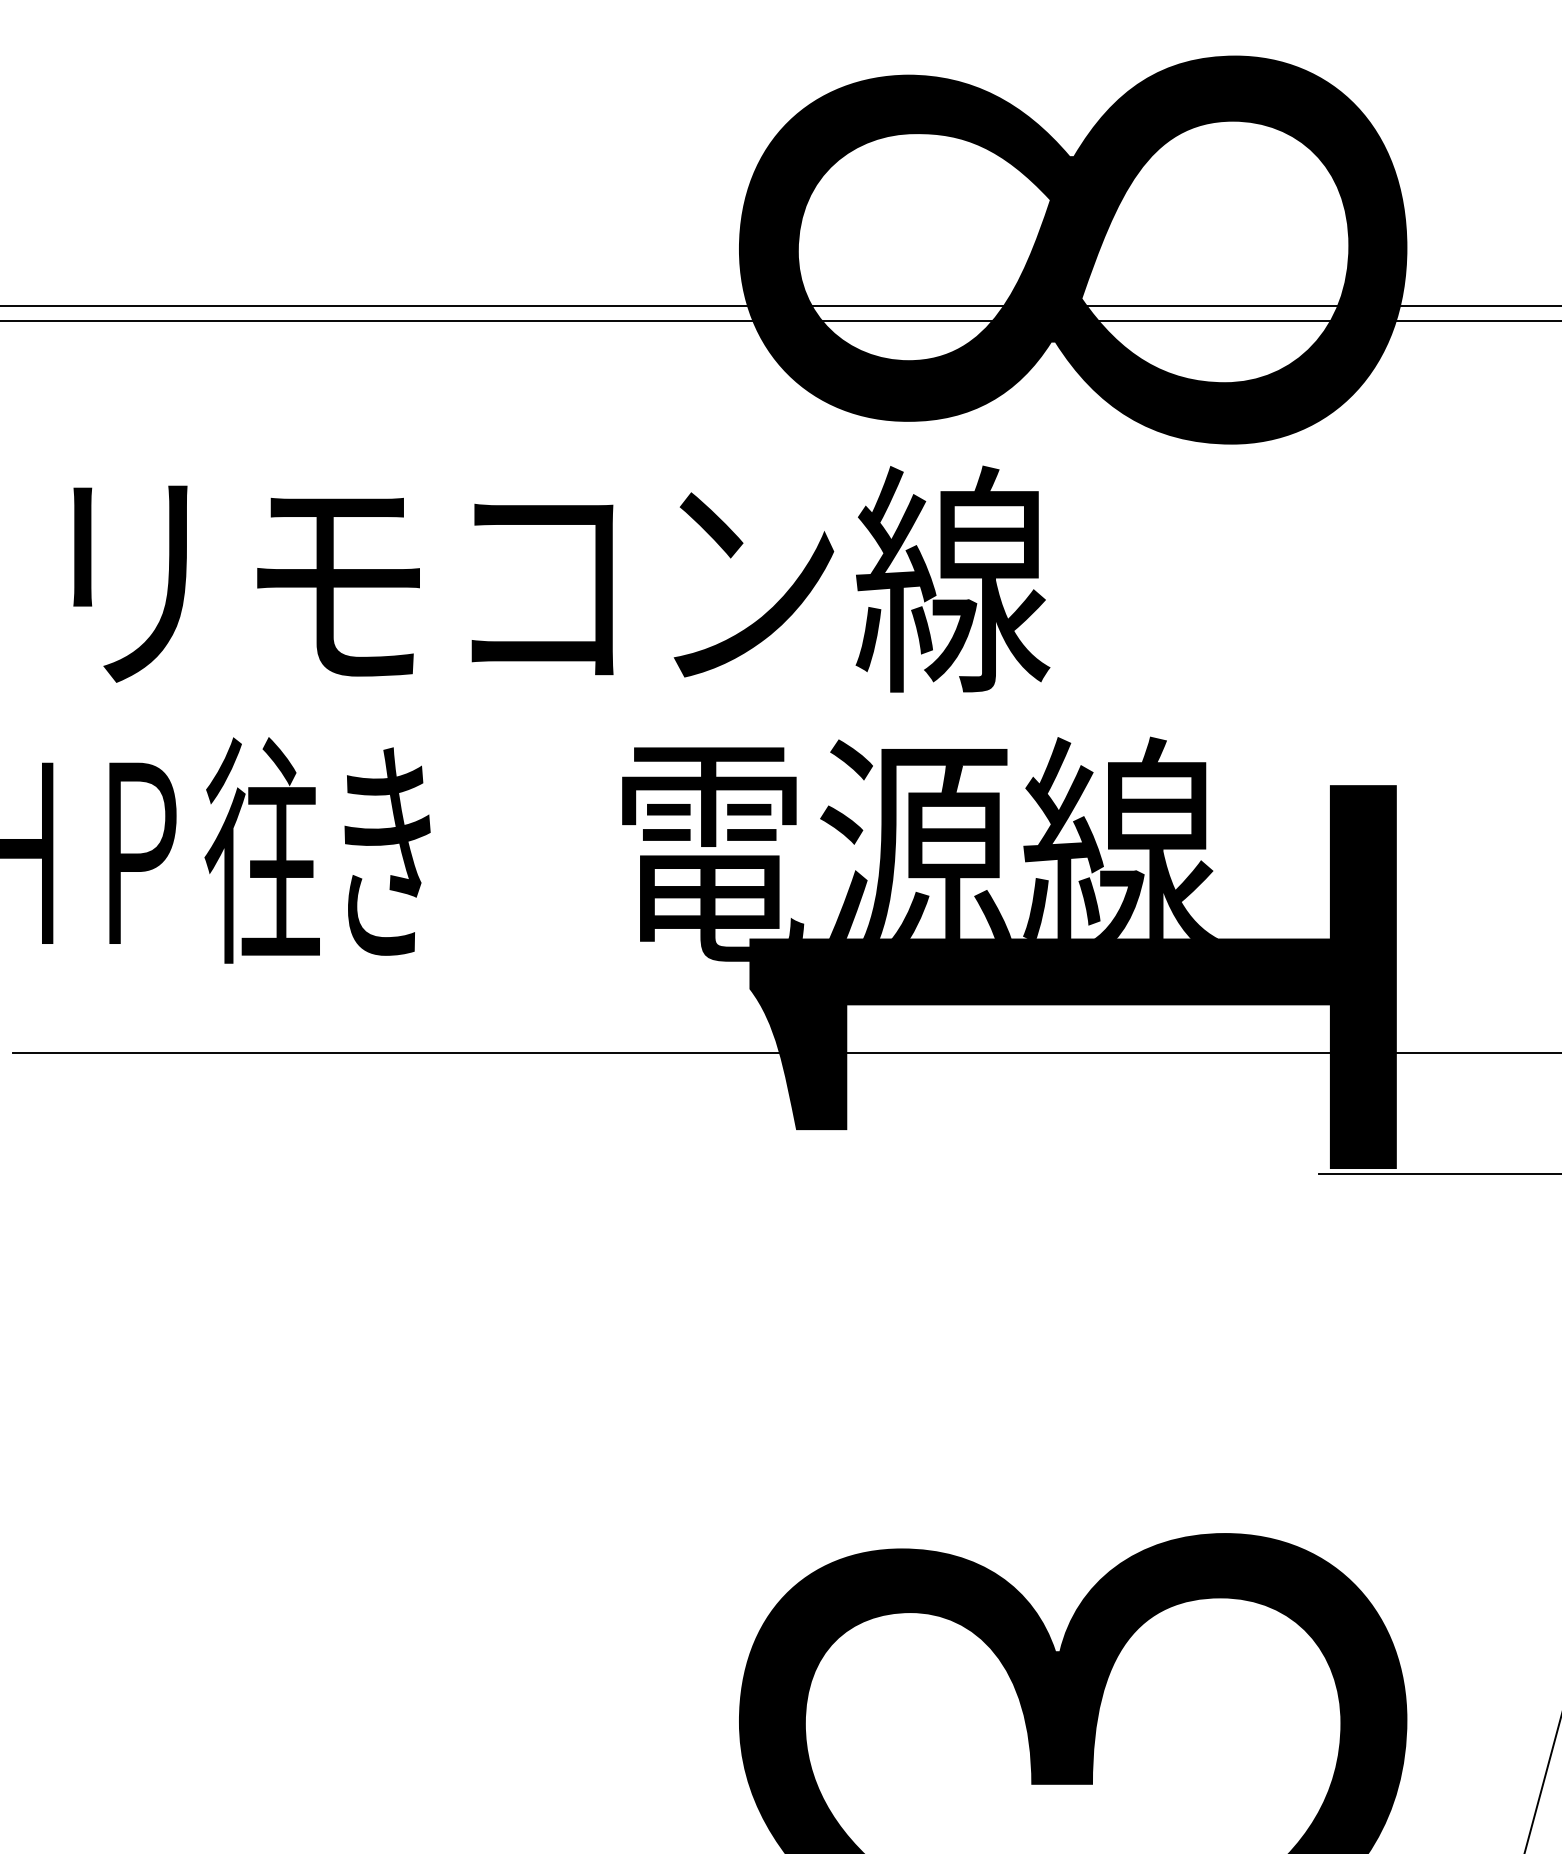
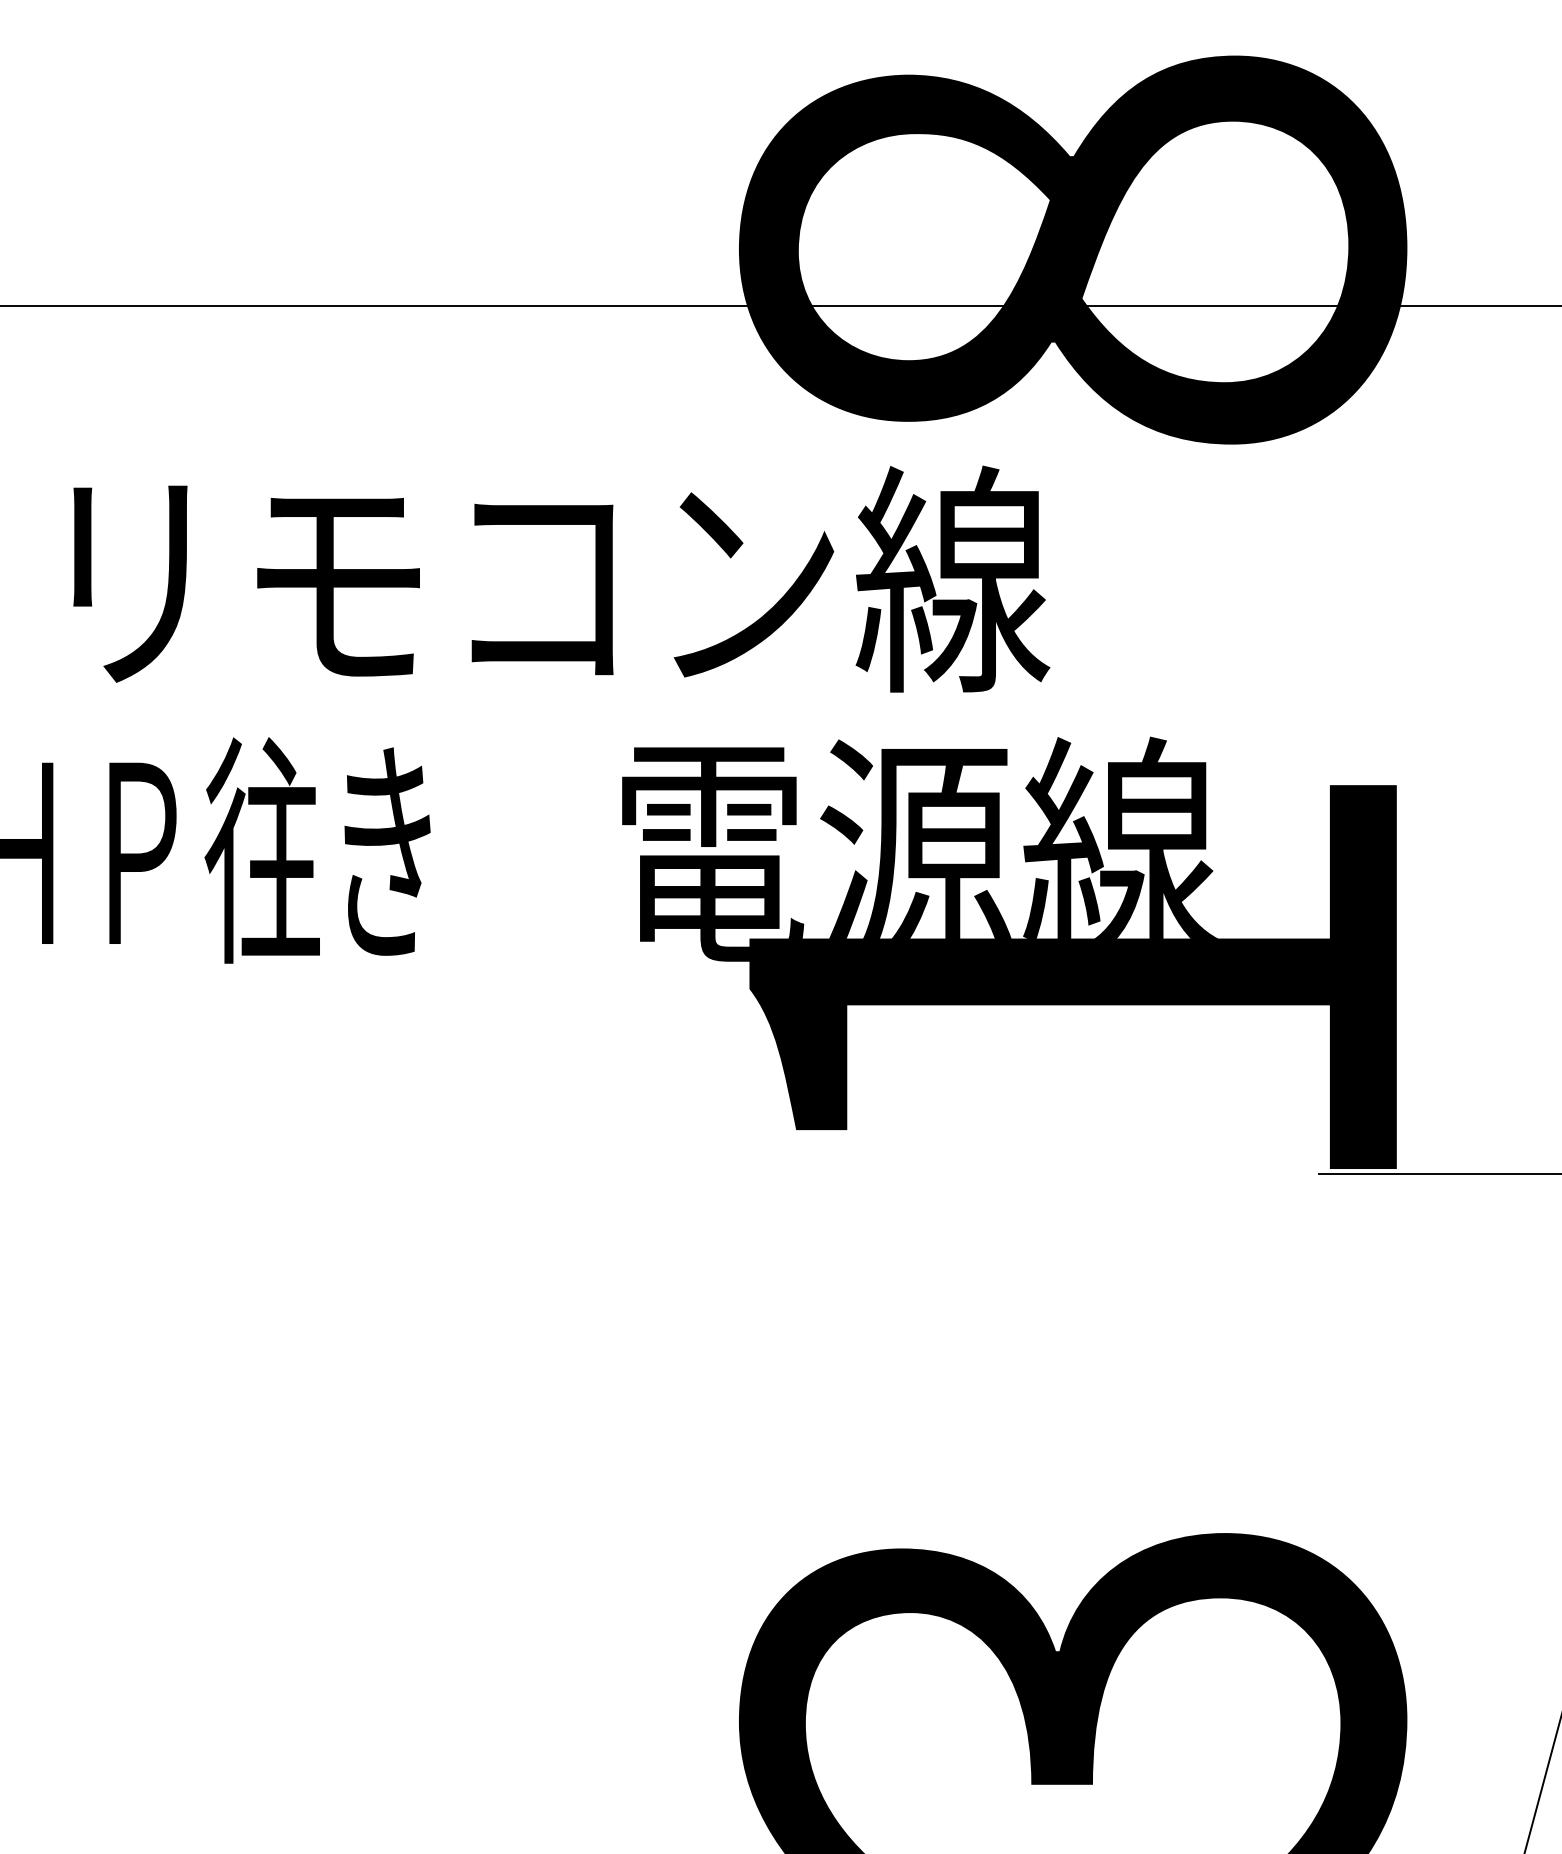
line at (780, 321): present -> none
line at (785, 1052): present -> none
